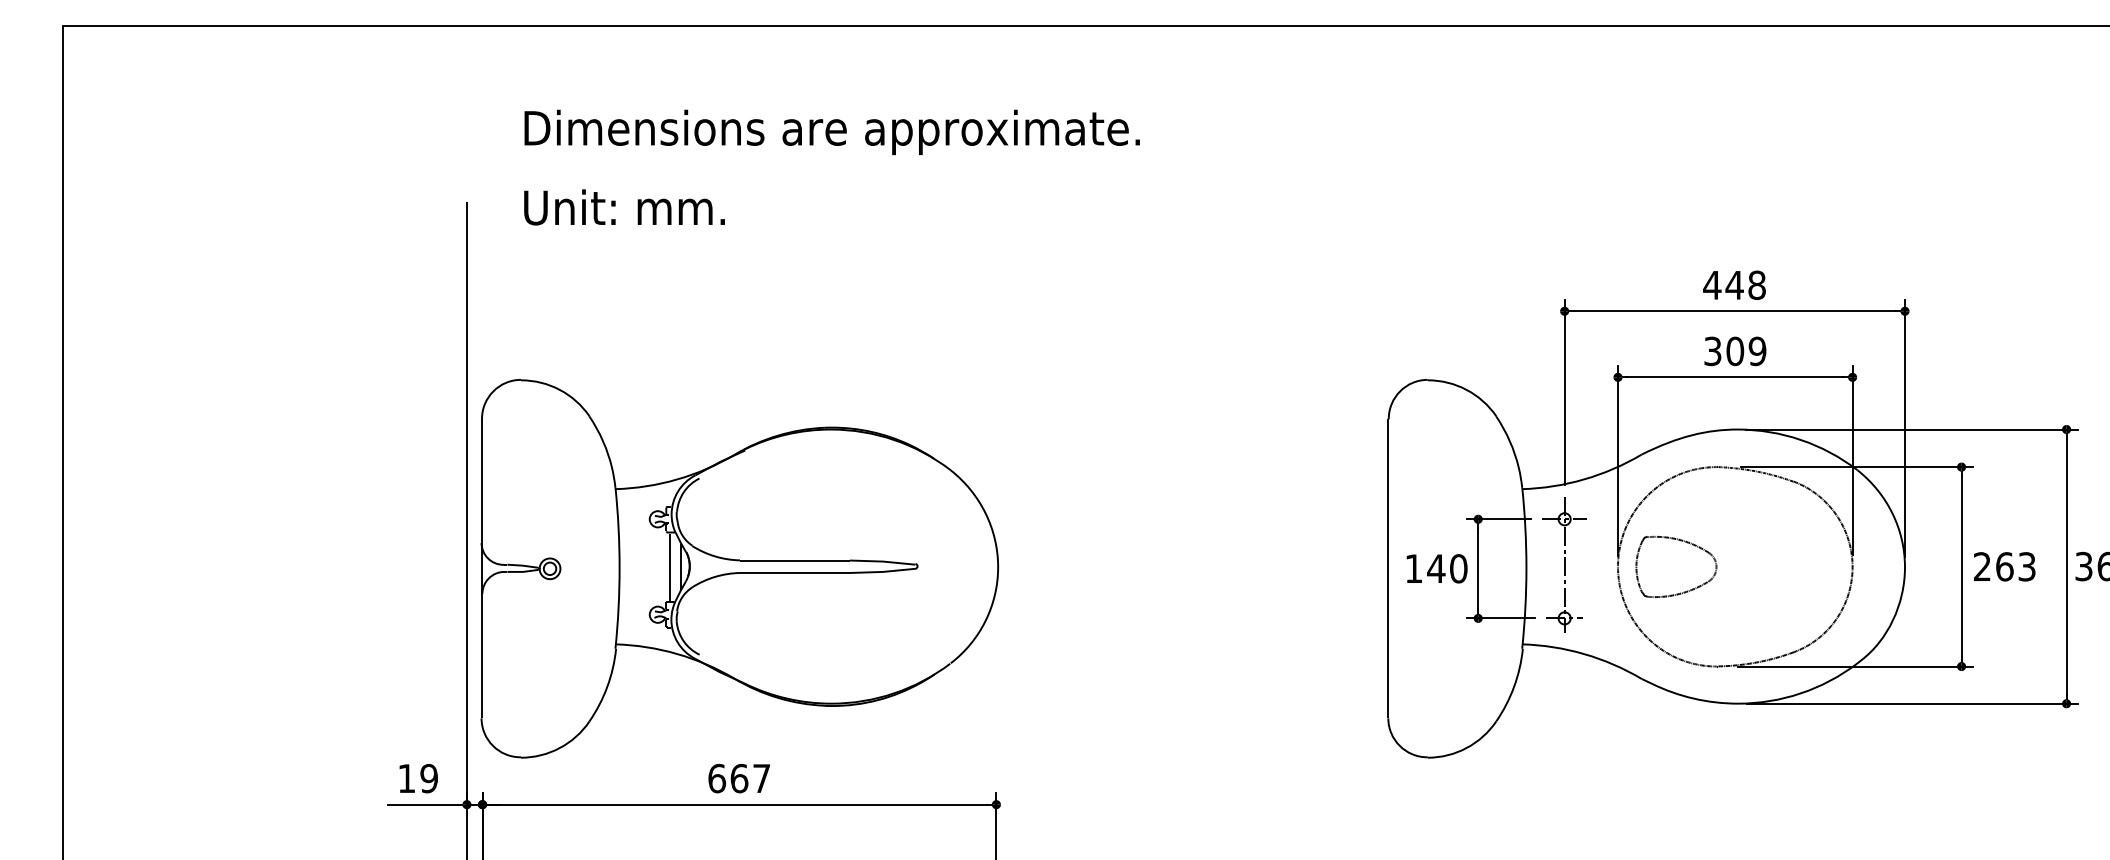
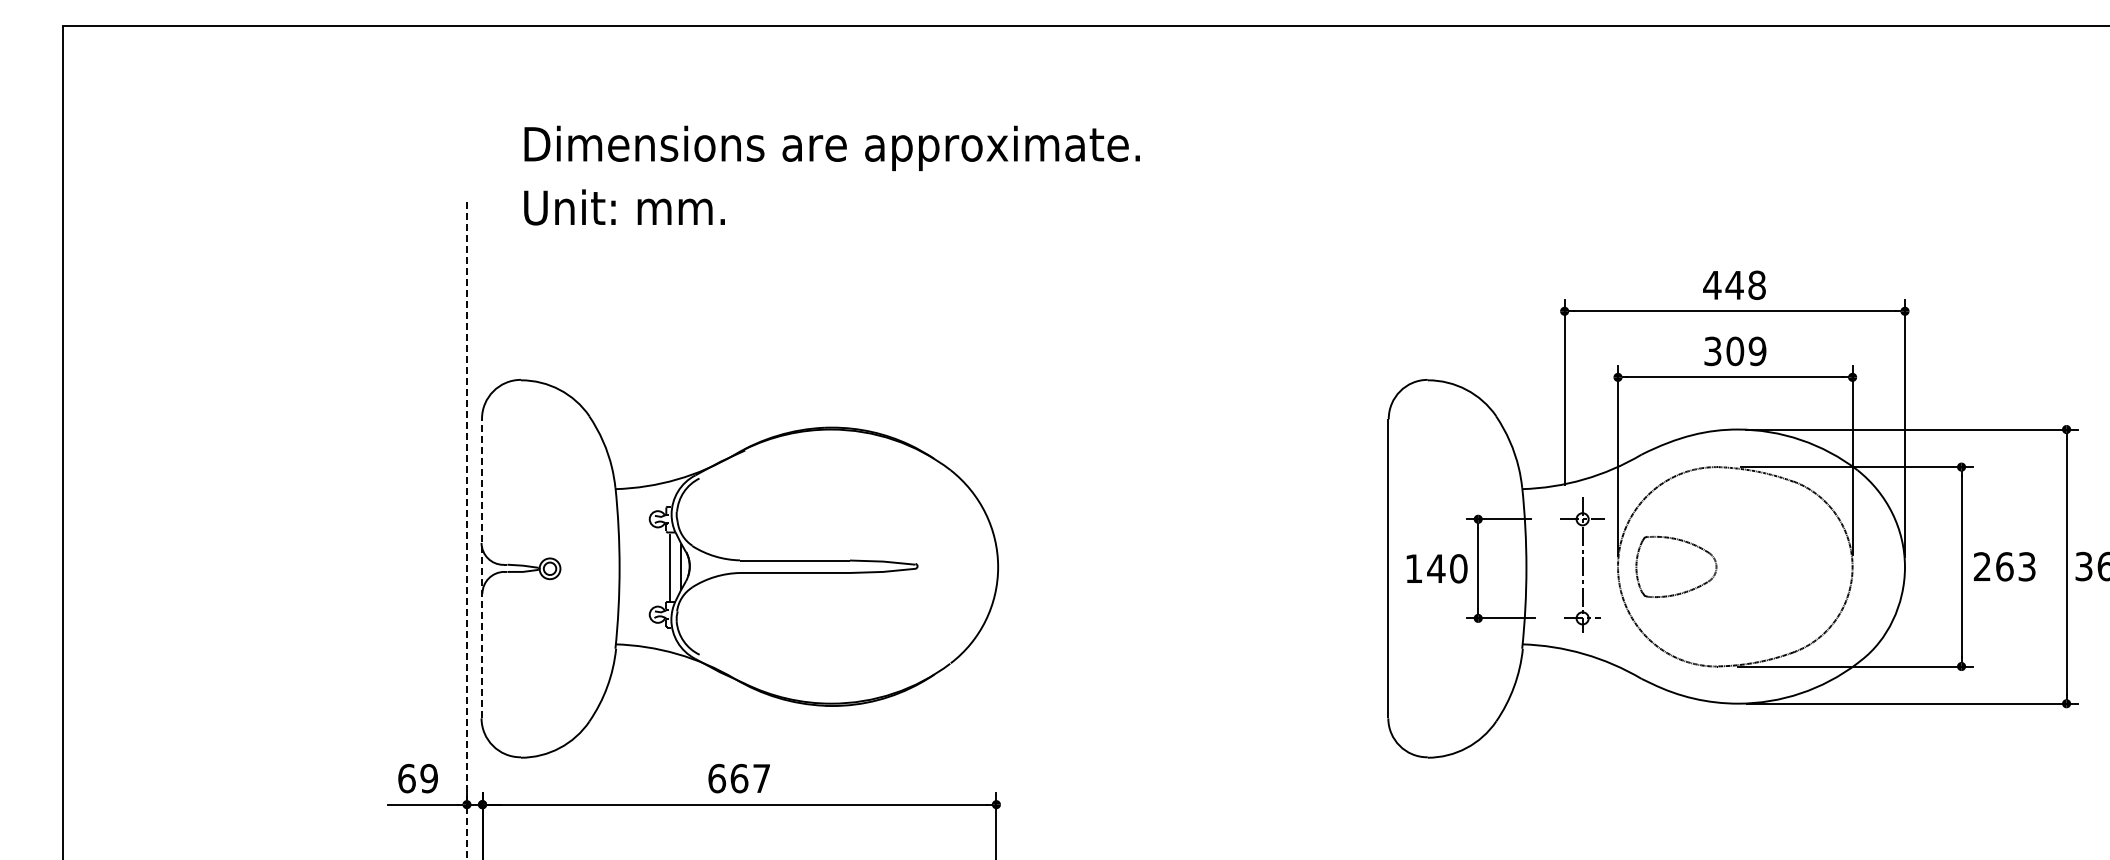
text at (831, 132) position: (831, 132) -> (831, 148)
line at (466, 530): solid -> dashed
part at (1564, 564) position: (1564, 564) -> (1582, 564)
line at (481, 568): solid -> dashed
text at (406, 778): 19 -> 69
